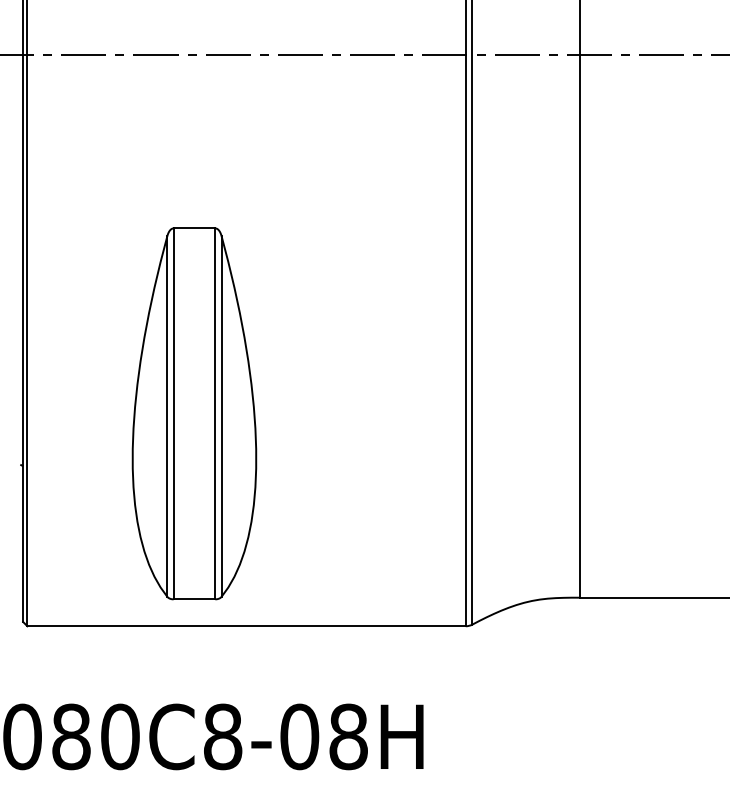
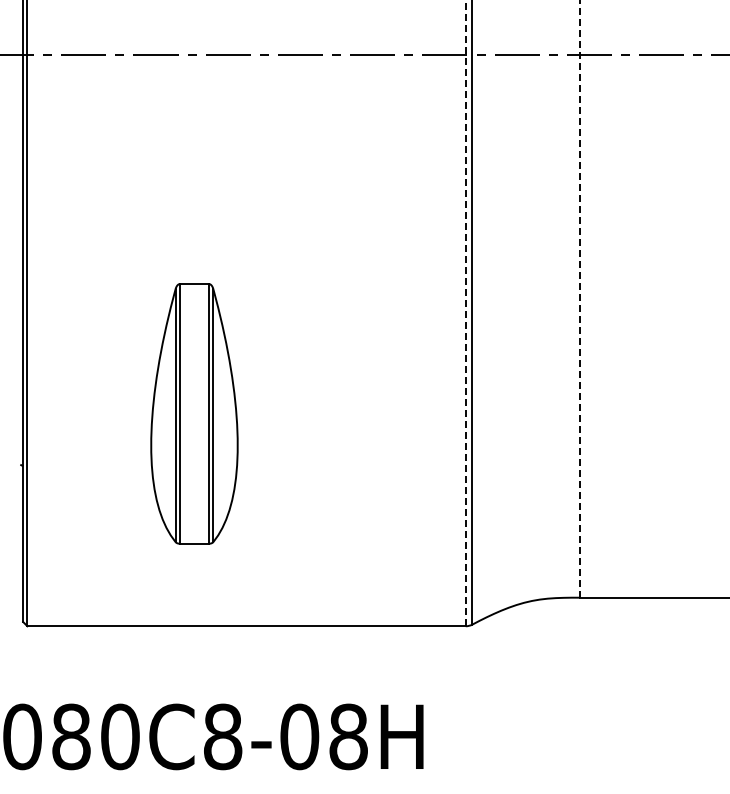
line at (579, 298): solid -> dashed
line at (465, 313): solid -> dashed
part at (194, 413) size: 127x374 px -> 89x262 px
